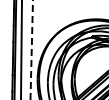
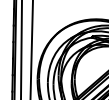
line at (31, 50): dashed -> solid
